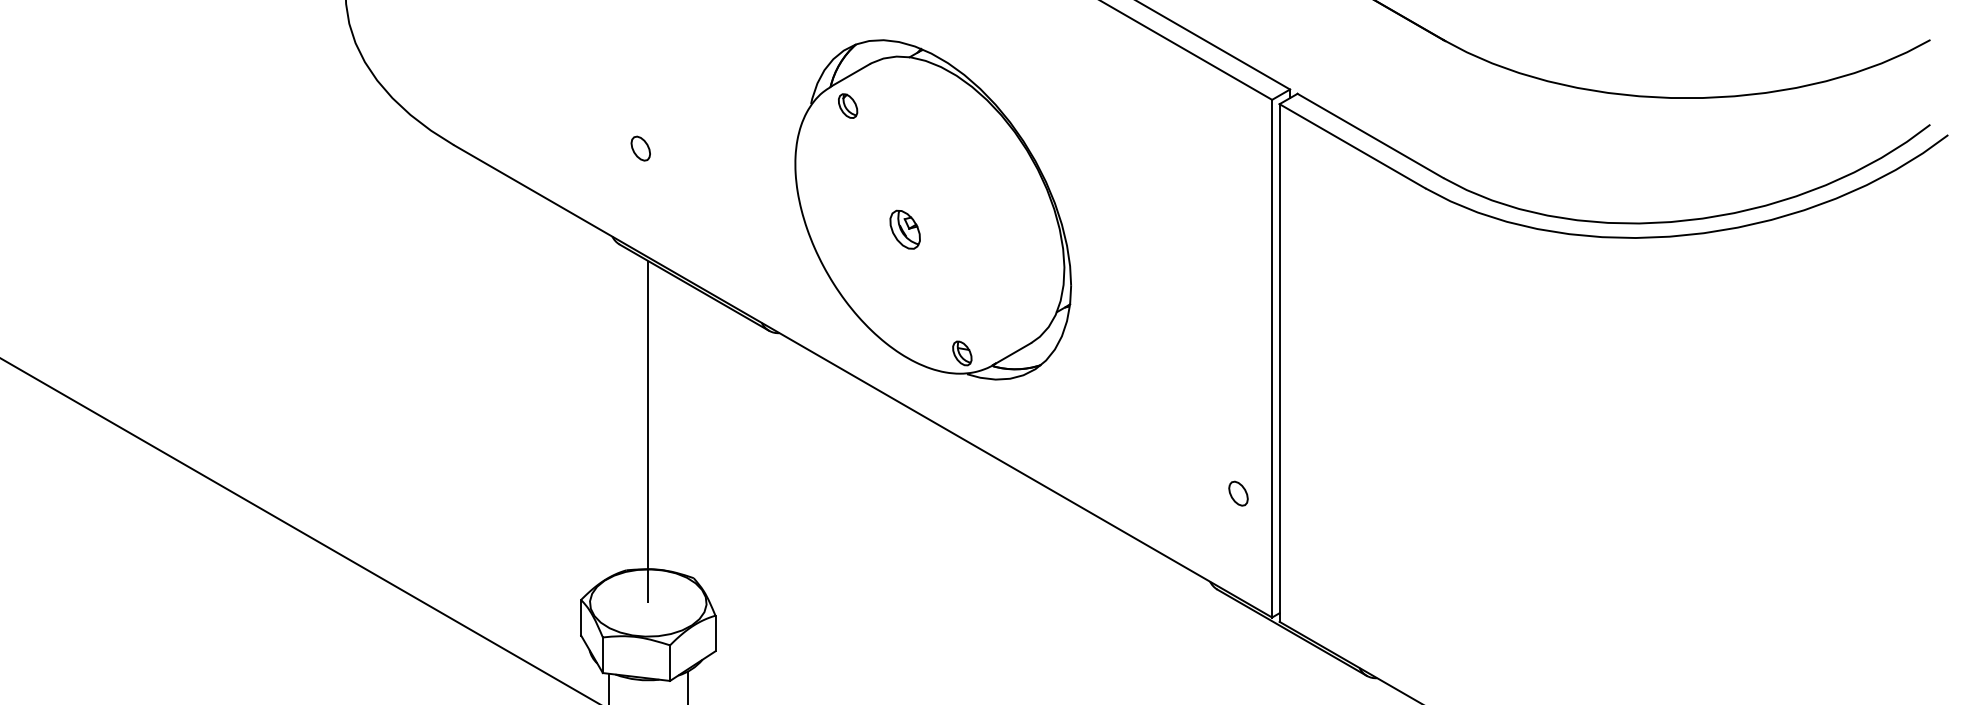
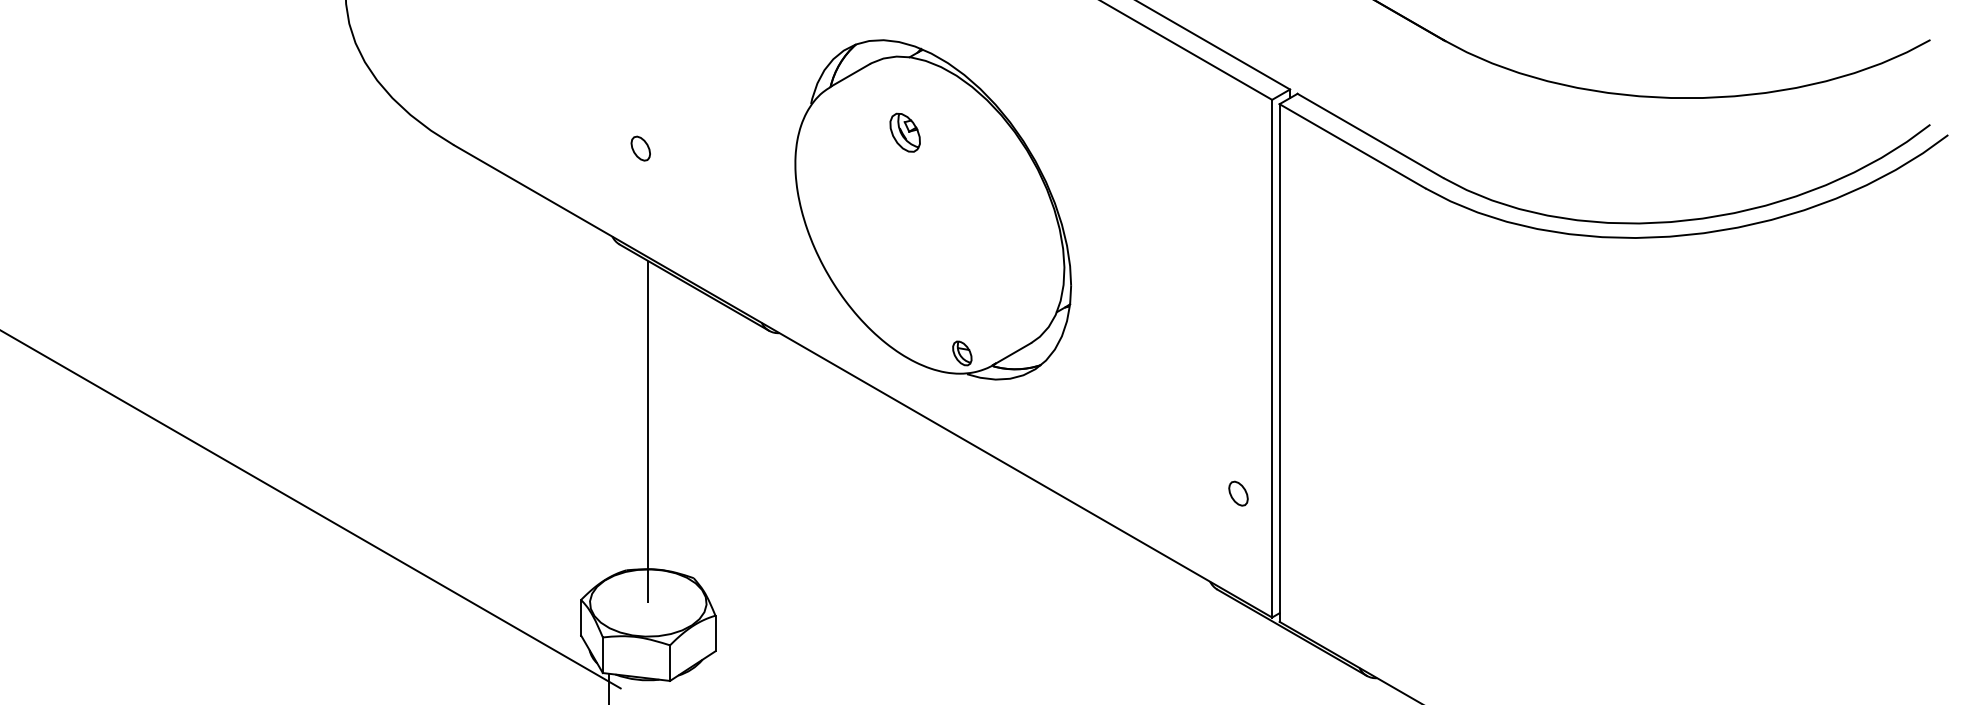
part at (848, 105): present -> none
part at (904, 229) position: (904, 229) -> (904, 132)
line at (298, 530) position: (298, 530) -> (311, 509)
line at (687, 686): present -> none
